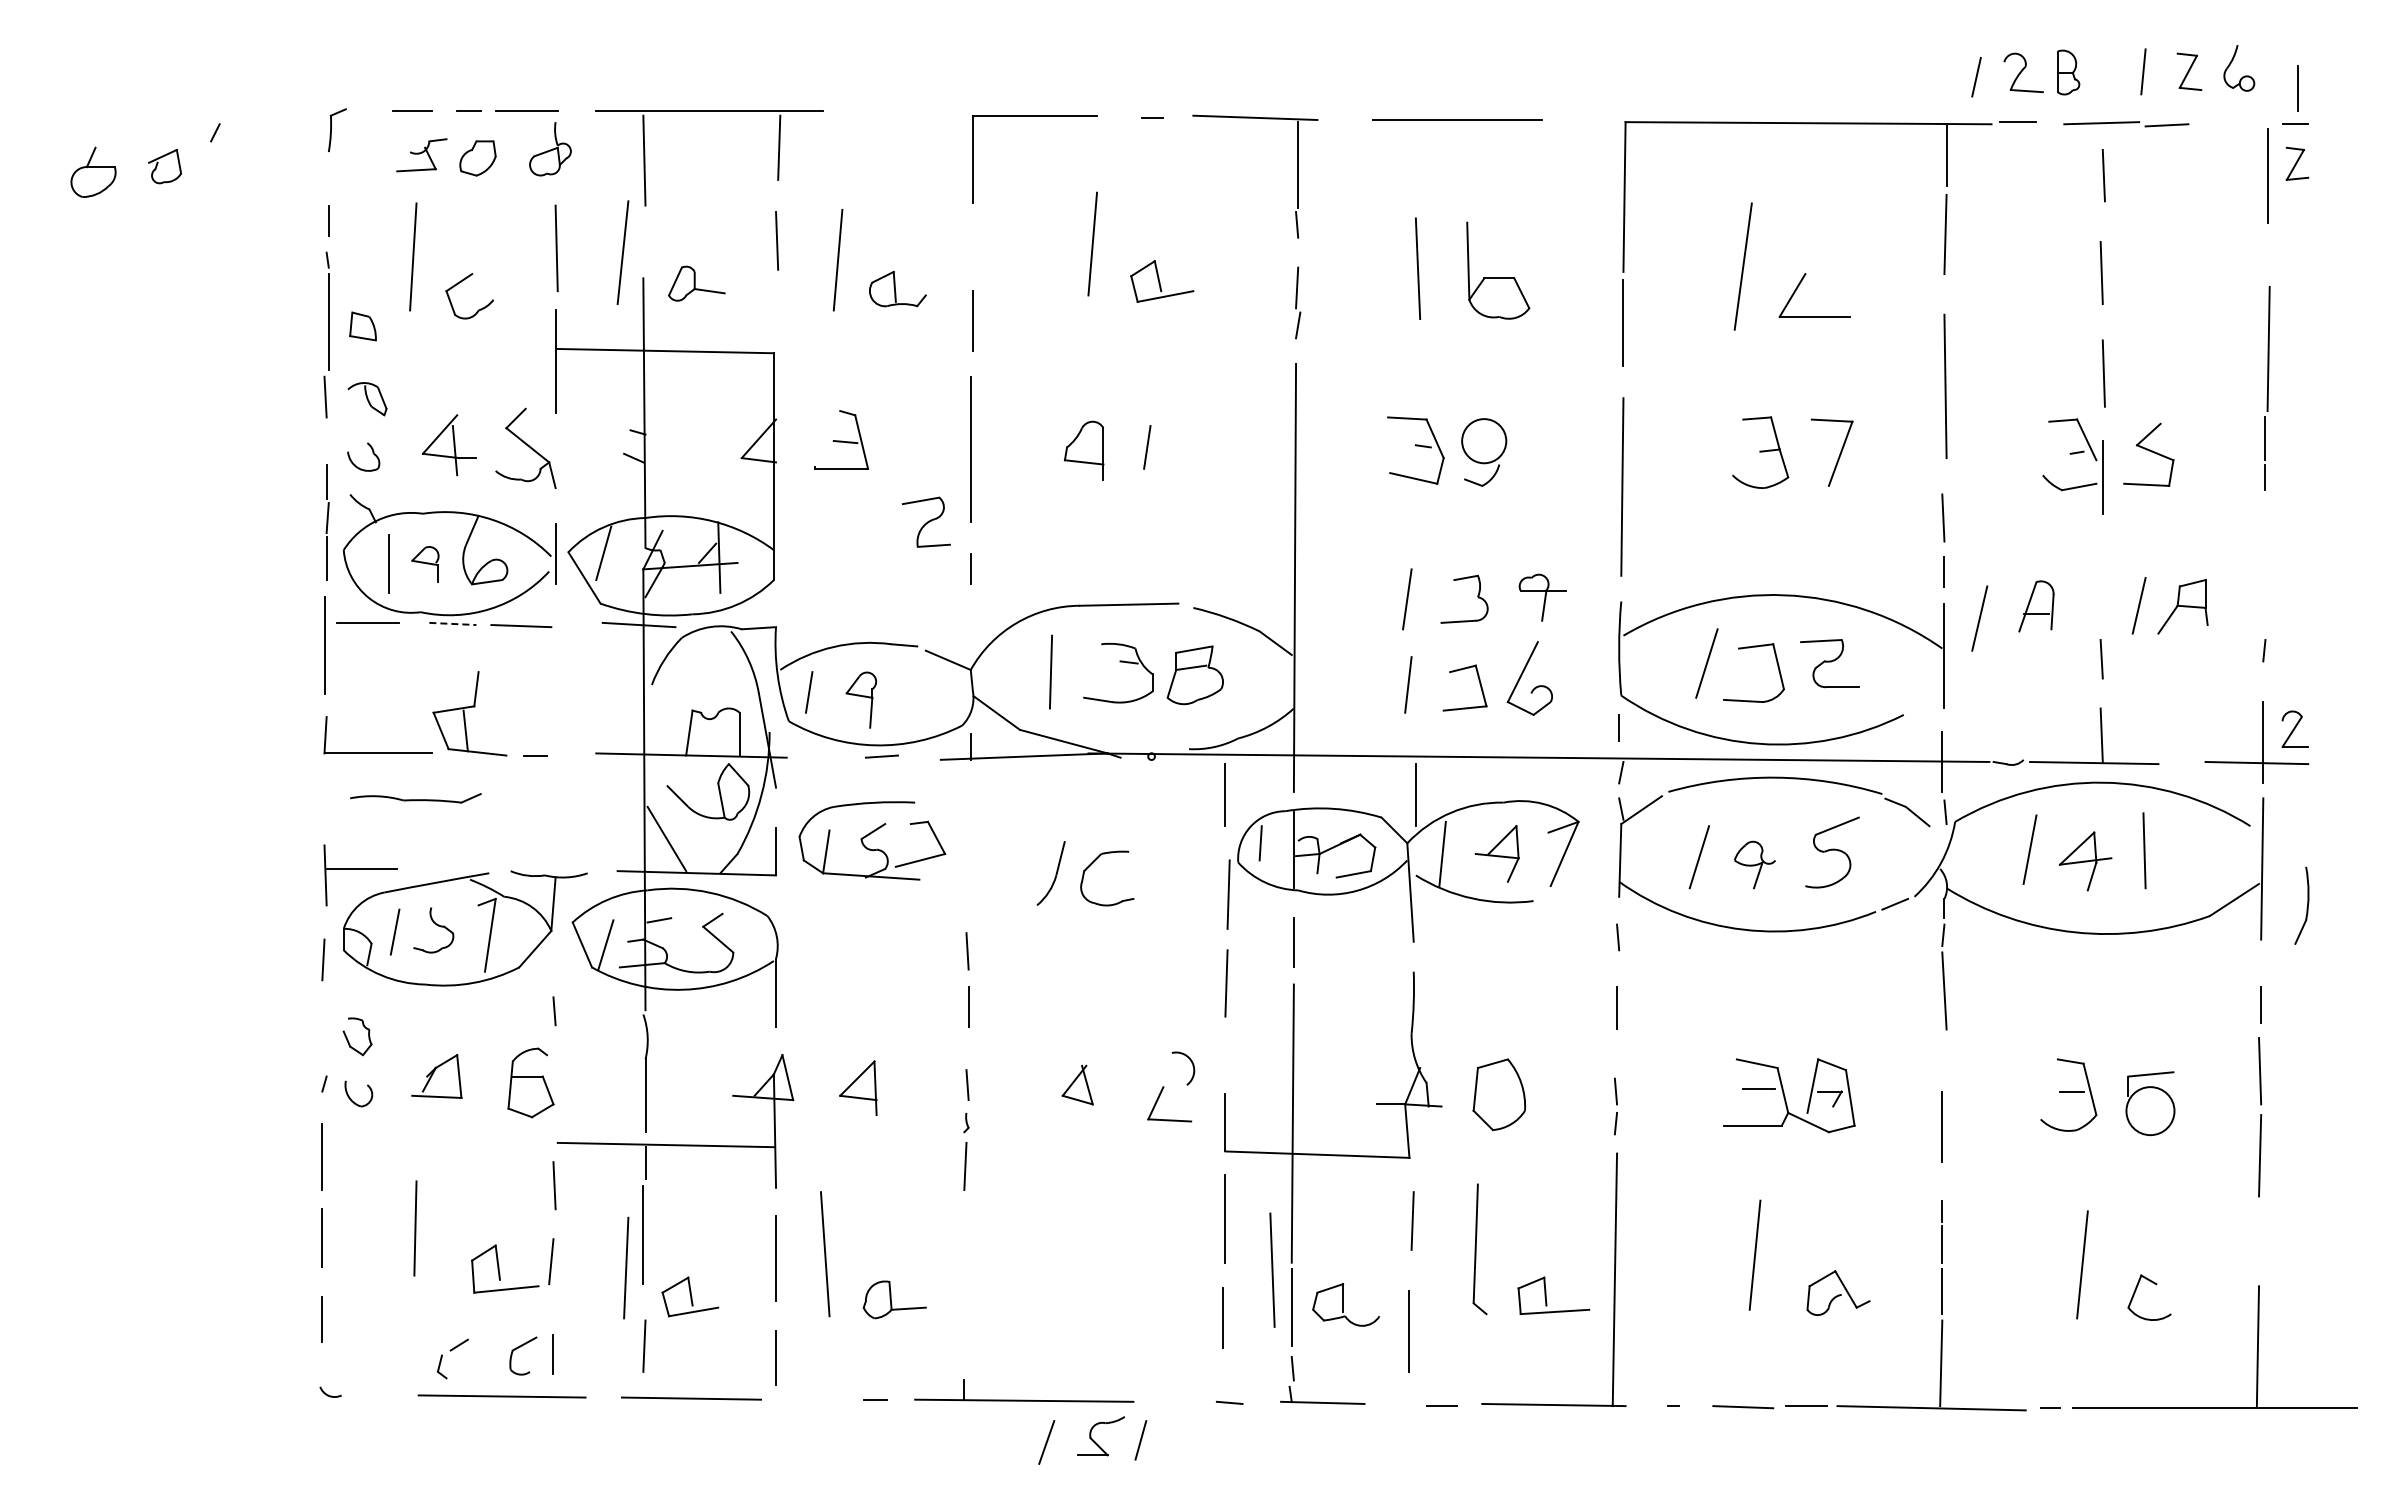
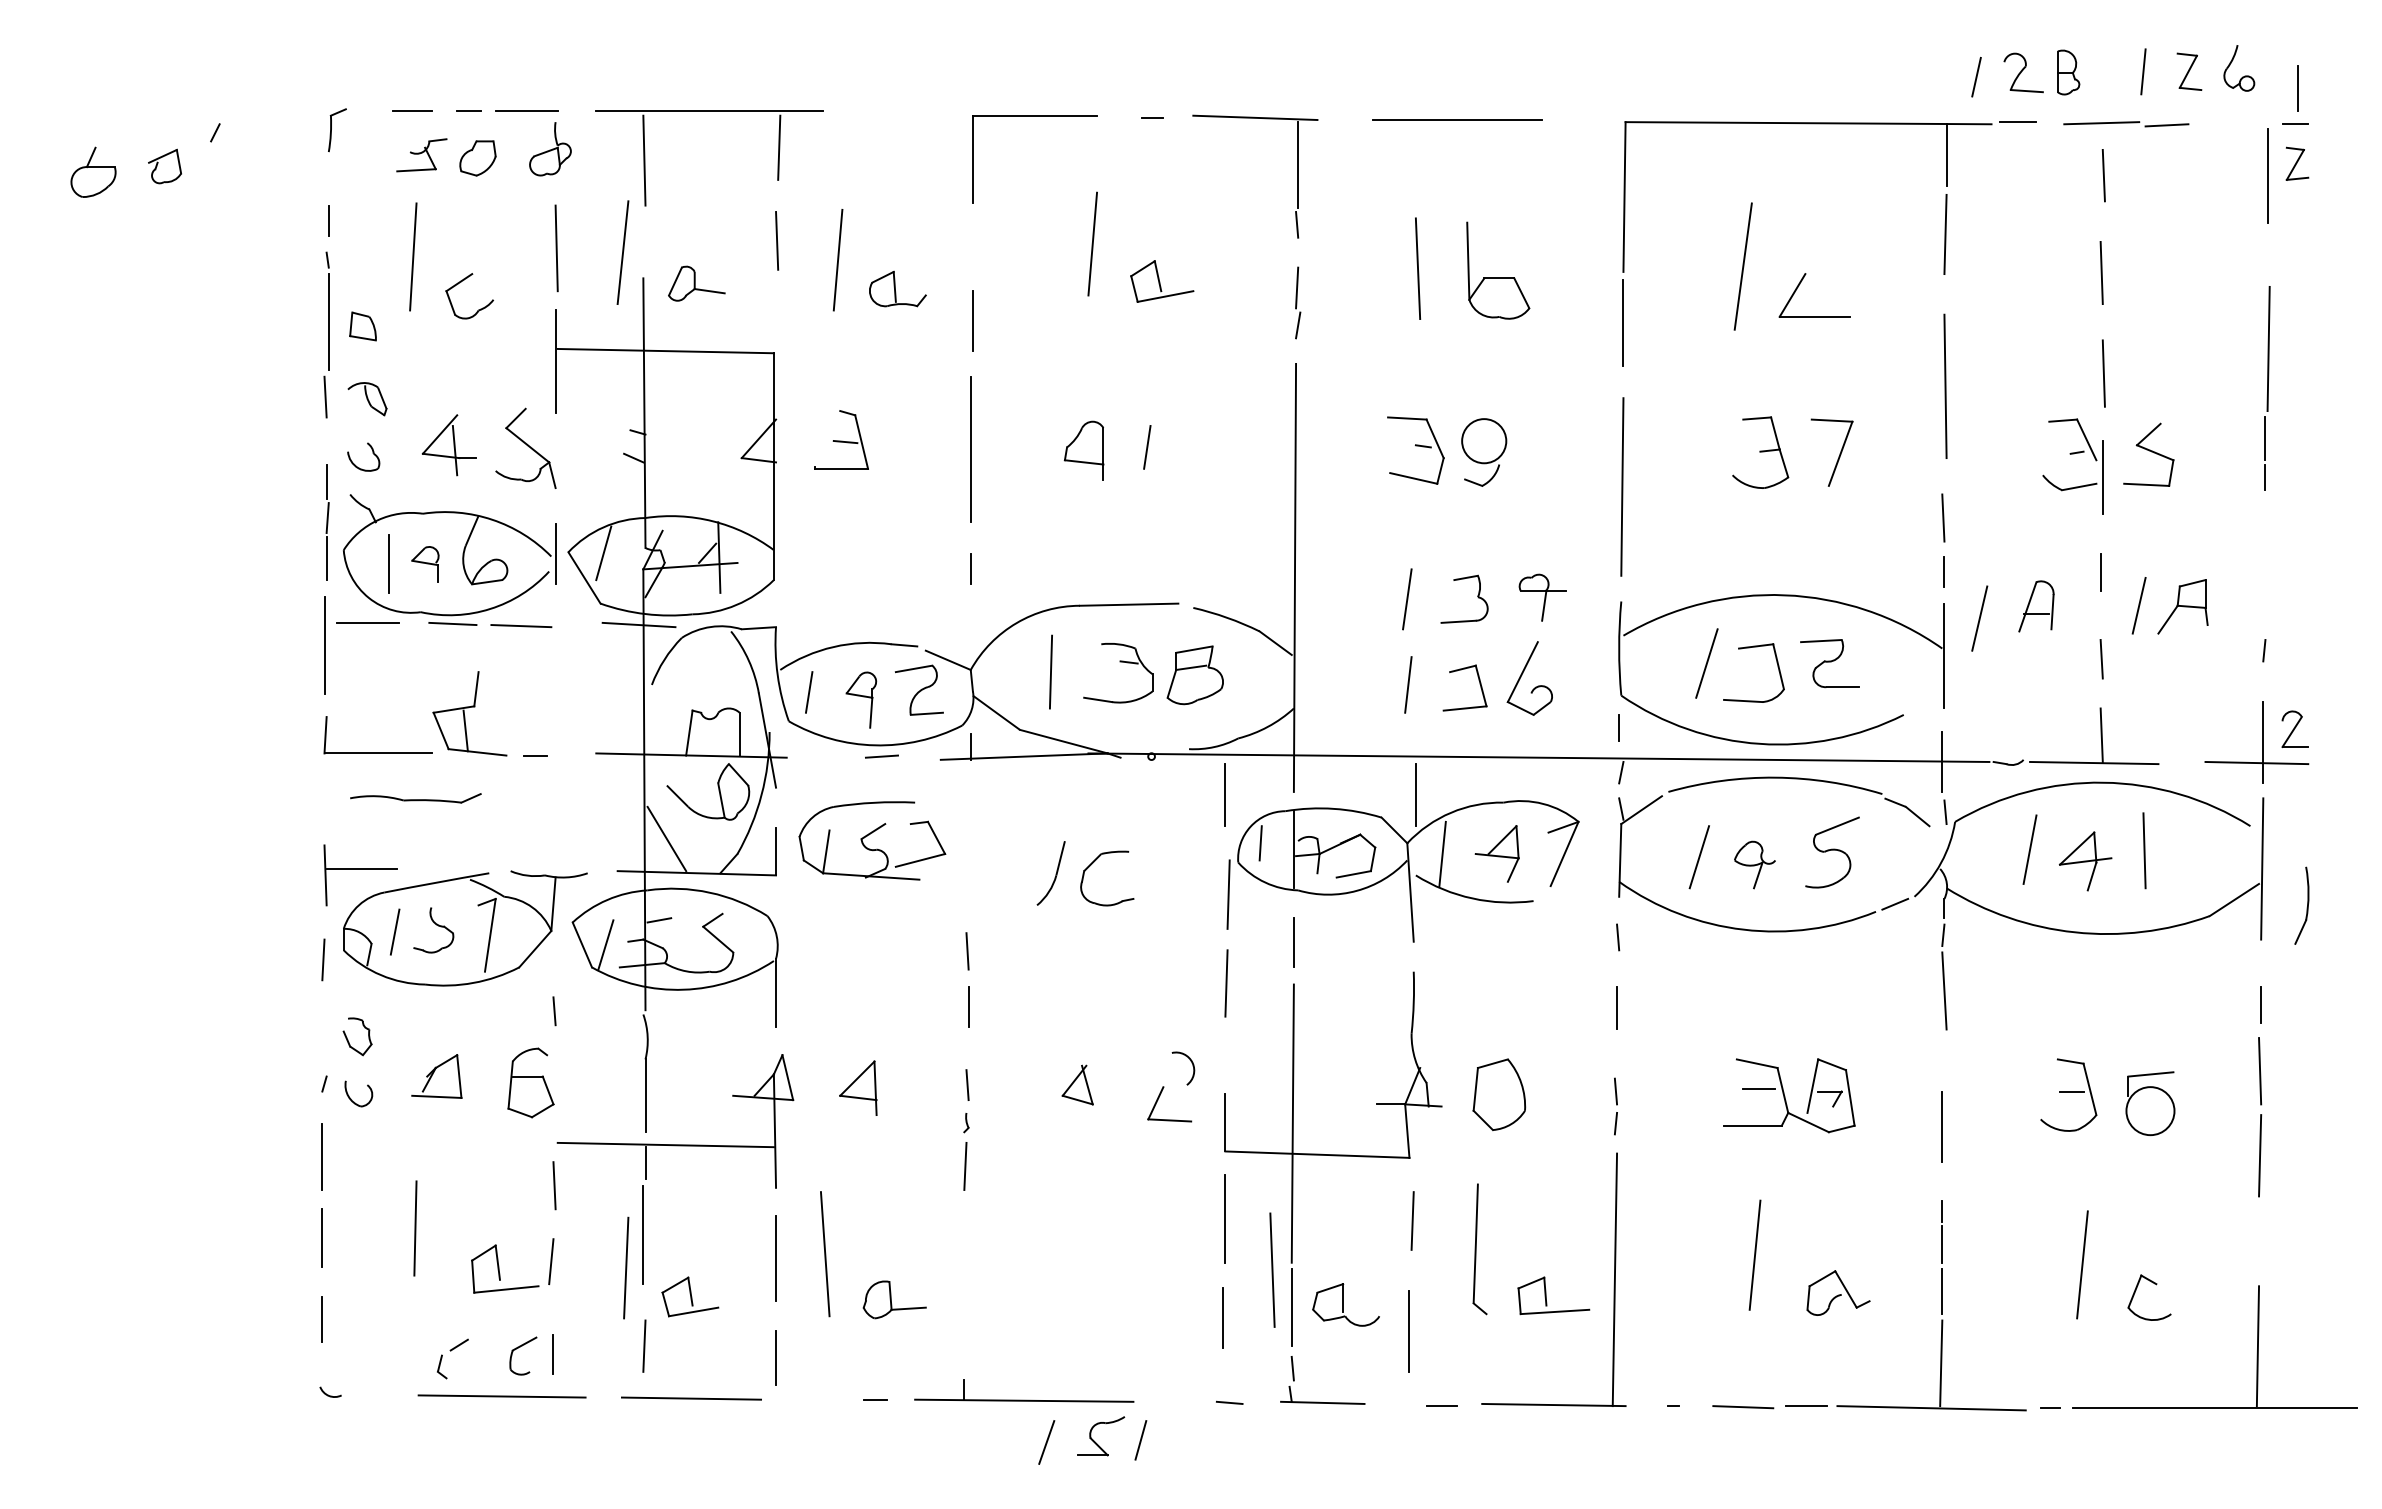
part at (925, 521) position: (925, 521) -> (918, 689)
line at (2100, 572): none -> present
line at (452, 623): dashed -> solid
